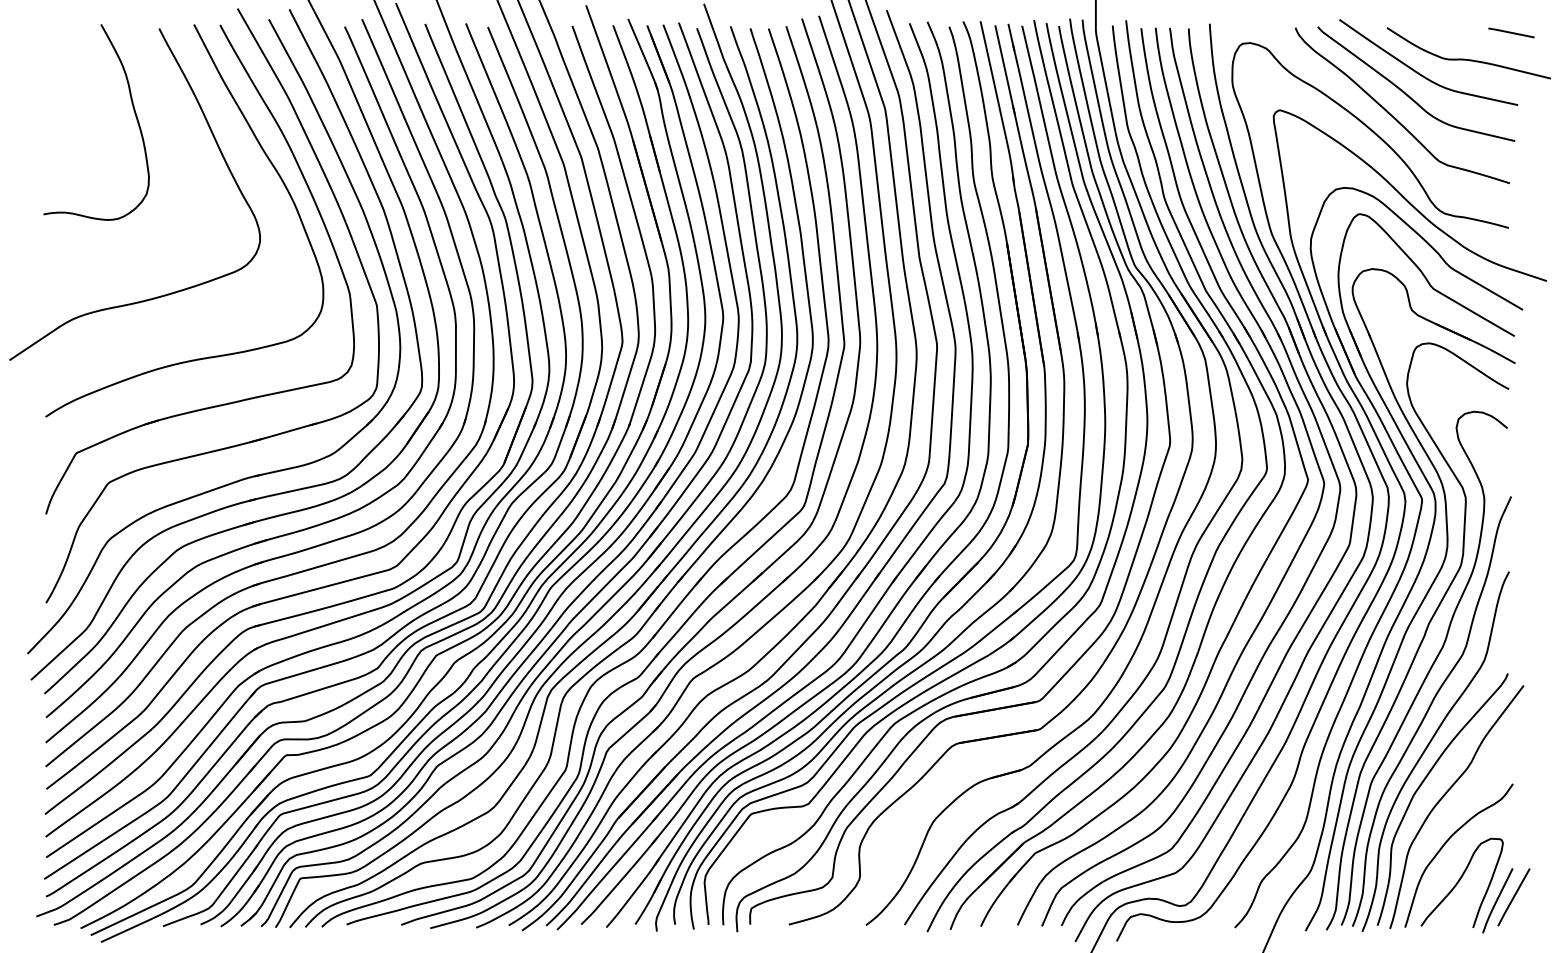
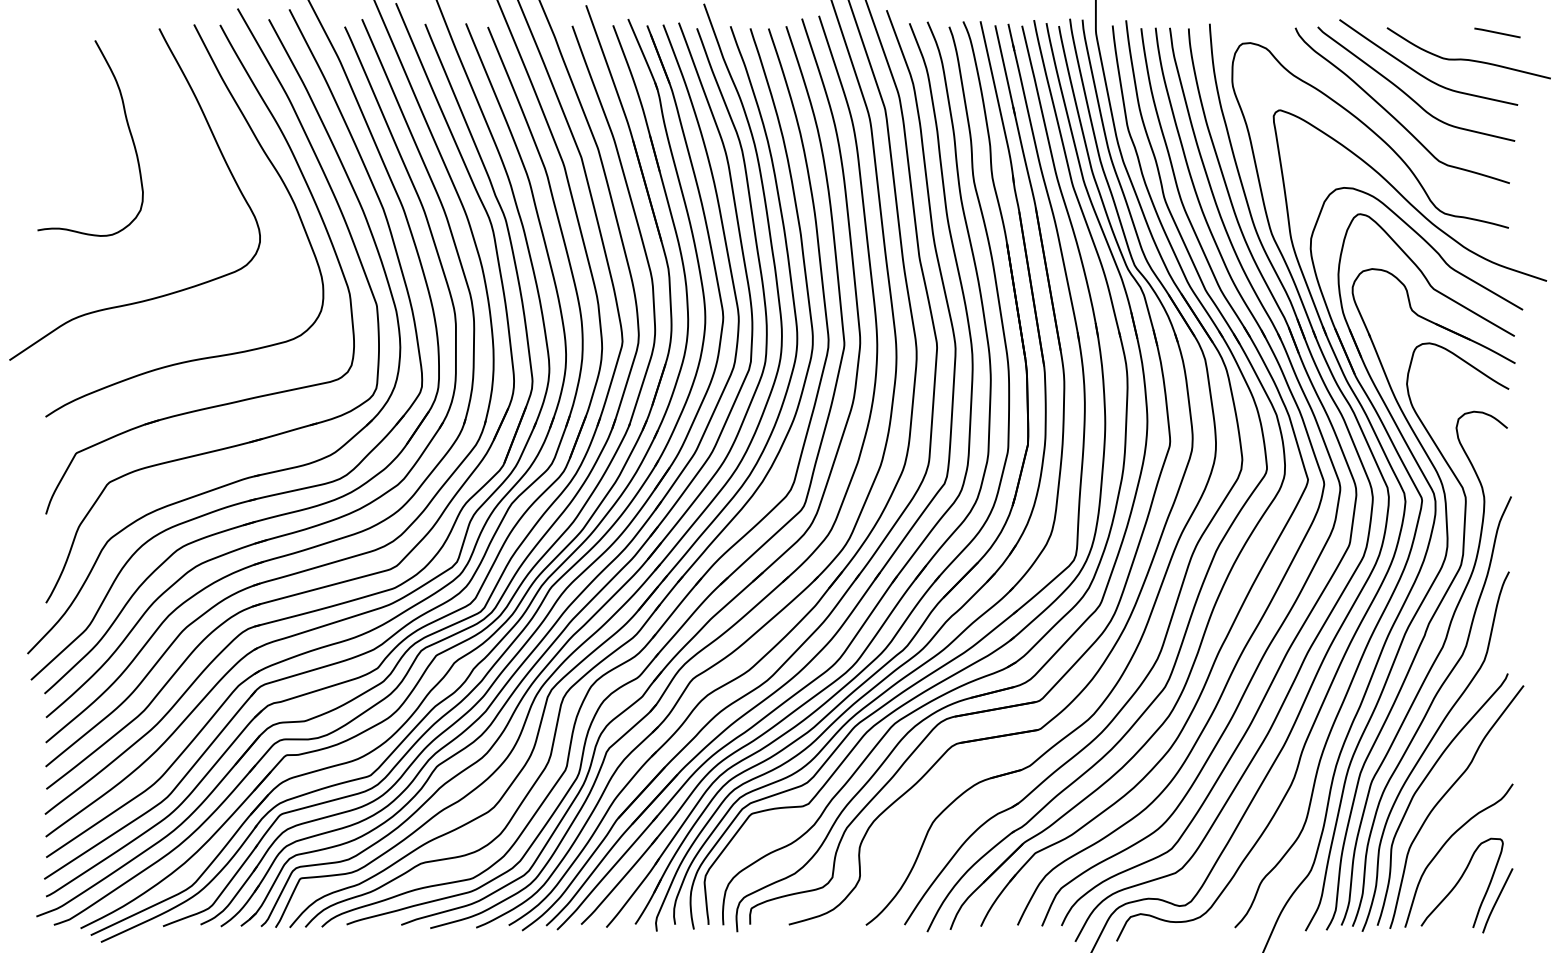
line at (1511, 32) position: (1511, 32) -> (1497, 32)
curve at (134, 114) position: (134, 114) -> (128, 130)
line at (1513, 897): present -> none
